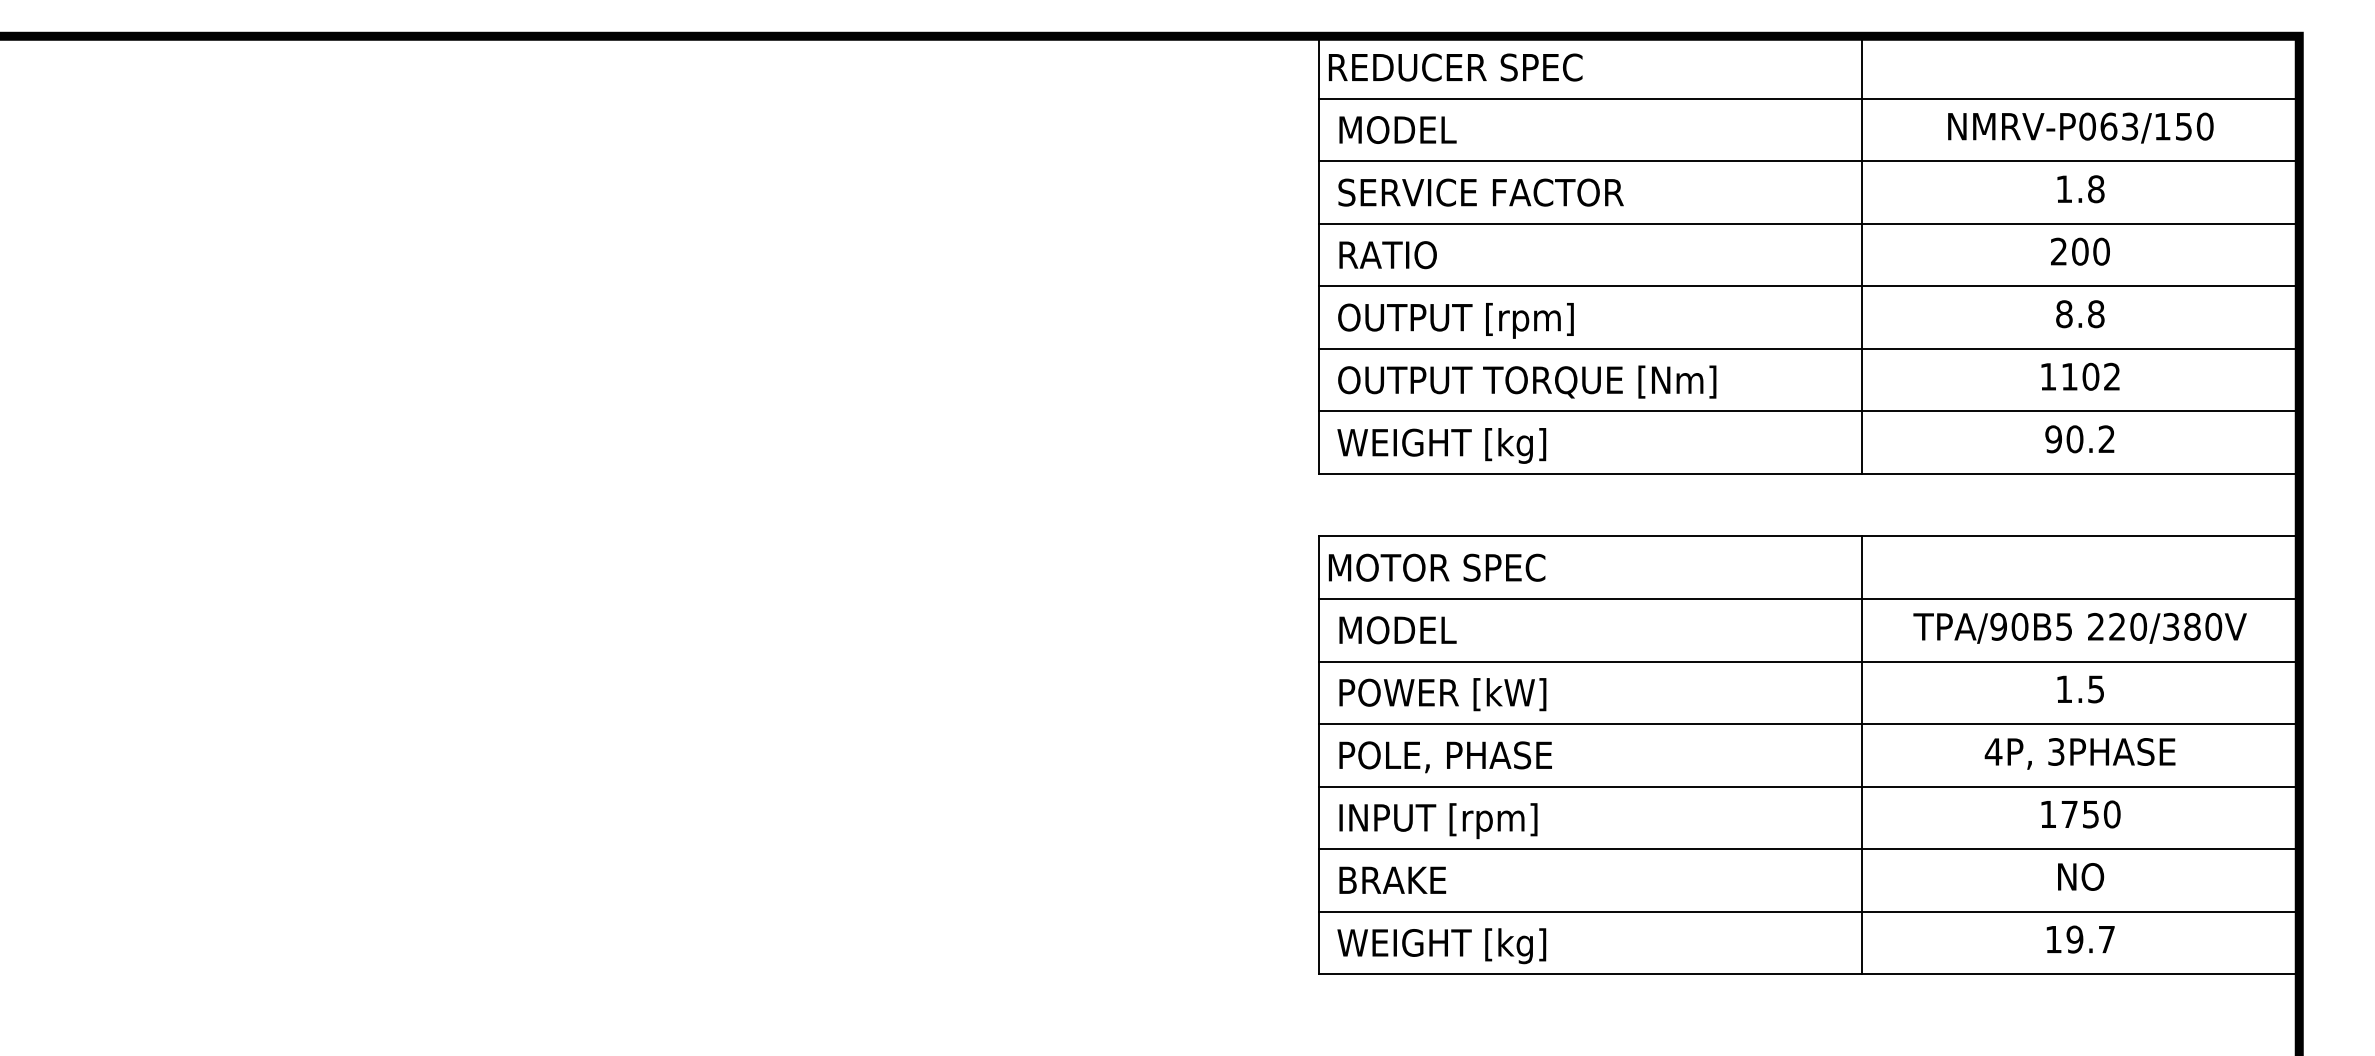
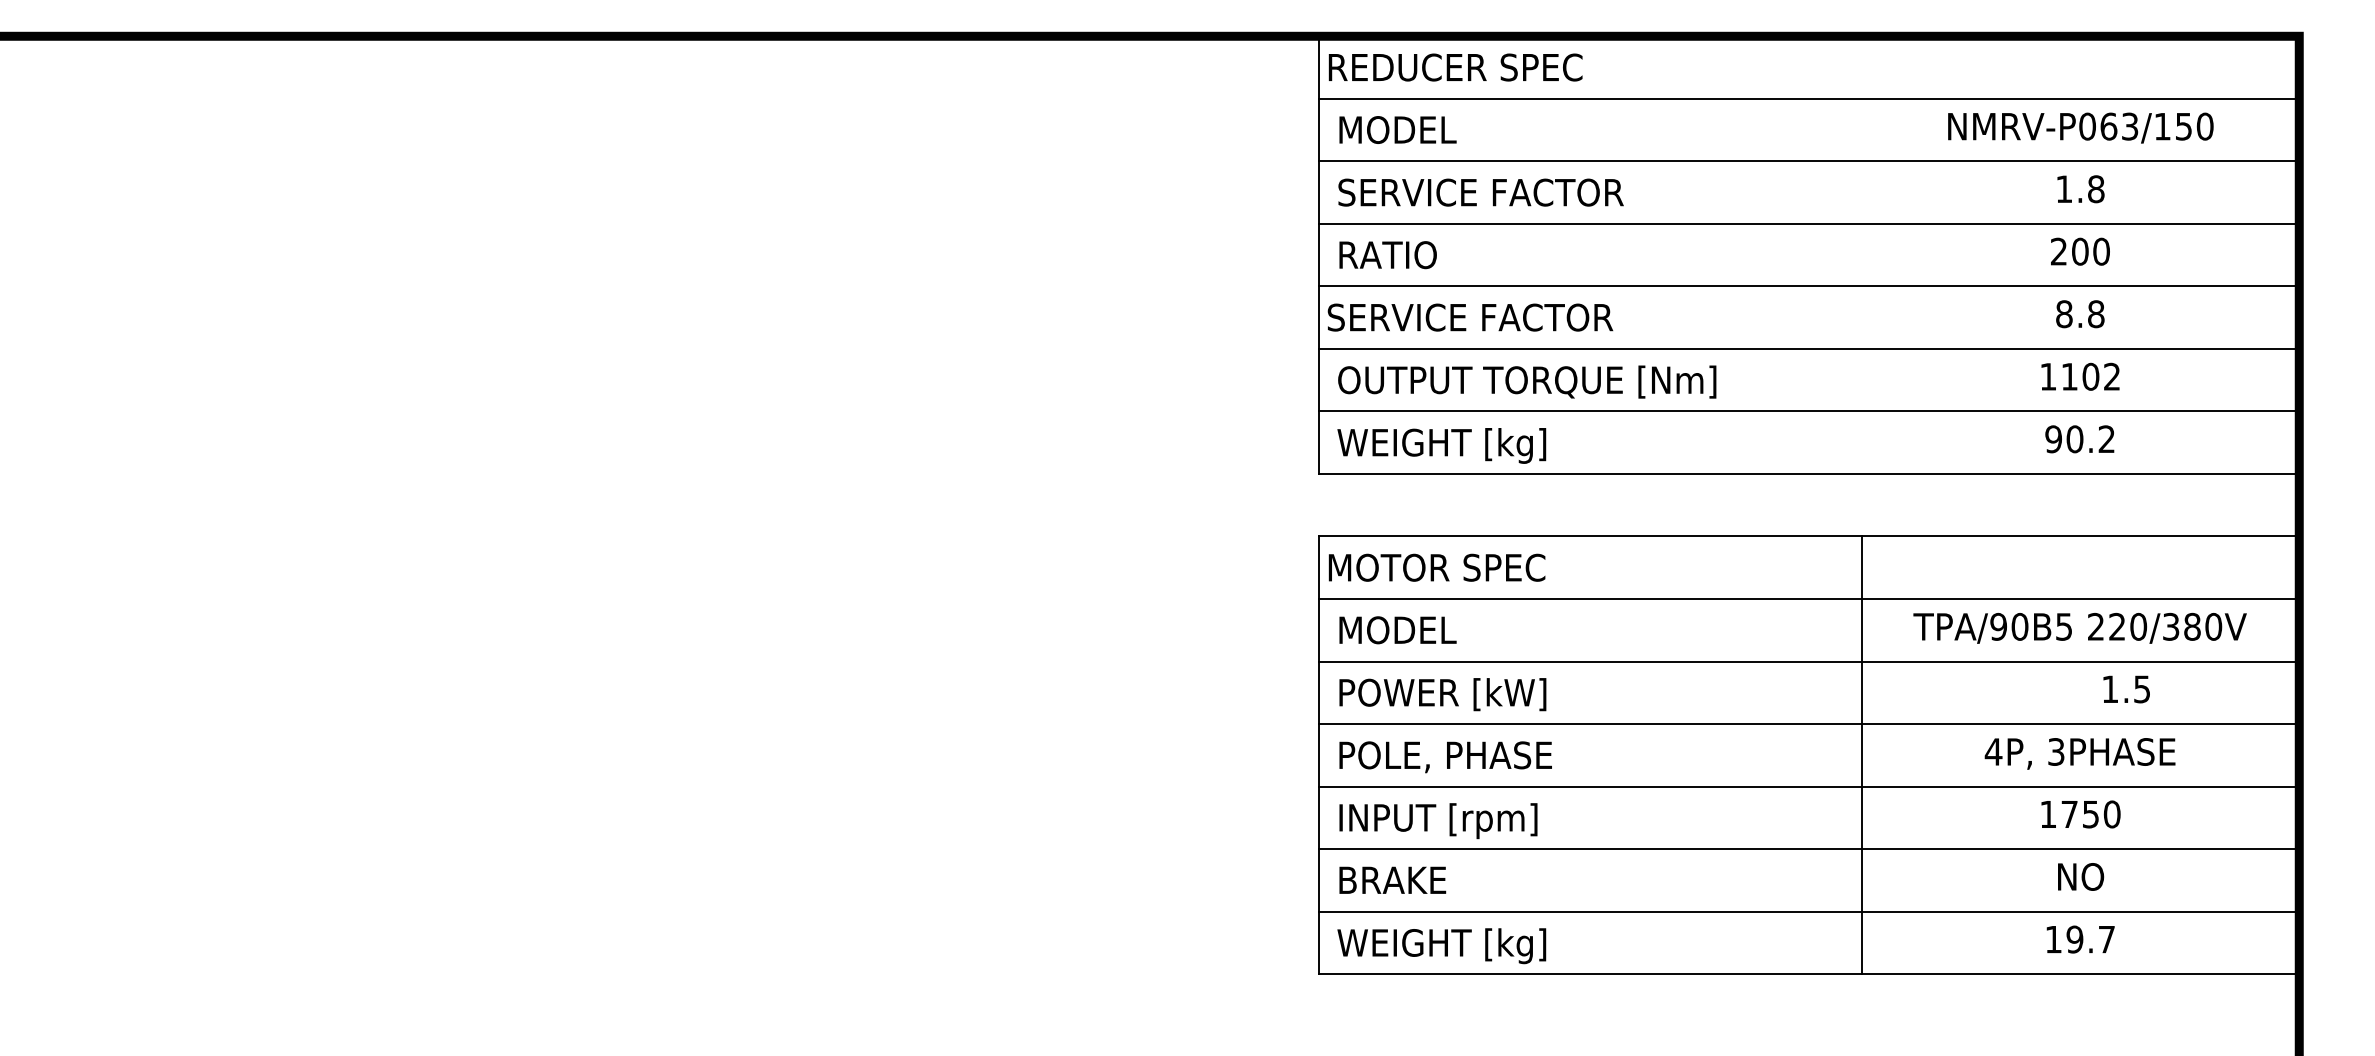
line at (1861, 255): present -> none
text at (1470, 320): OUTPUT [rpm] -> SERVICE FACTOR
text at (2080, 689) position: (2080, 689) -> (2126, 689)
